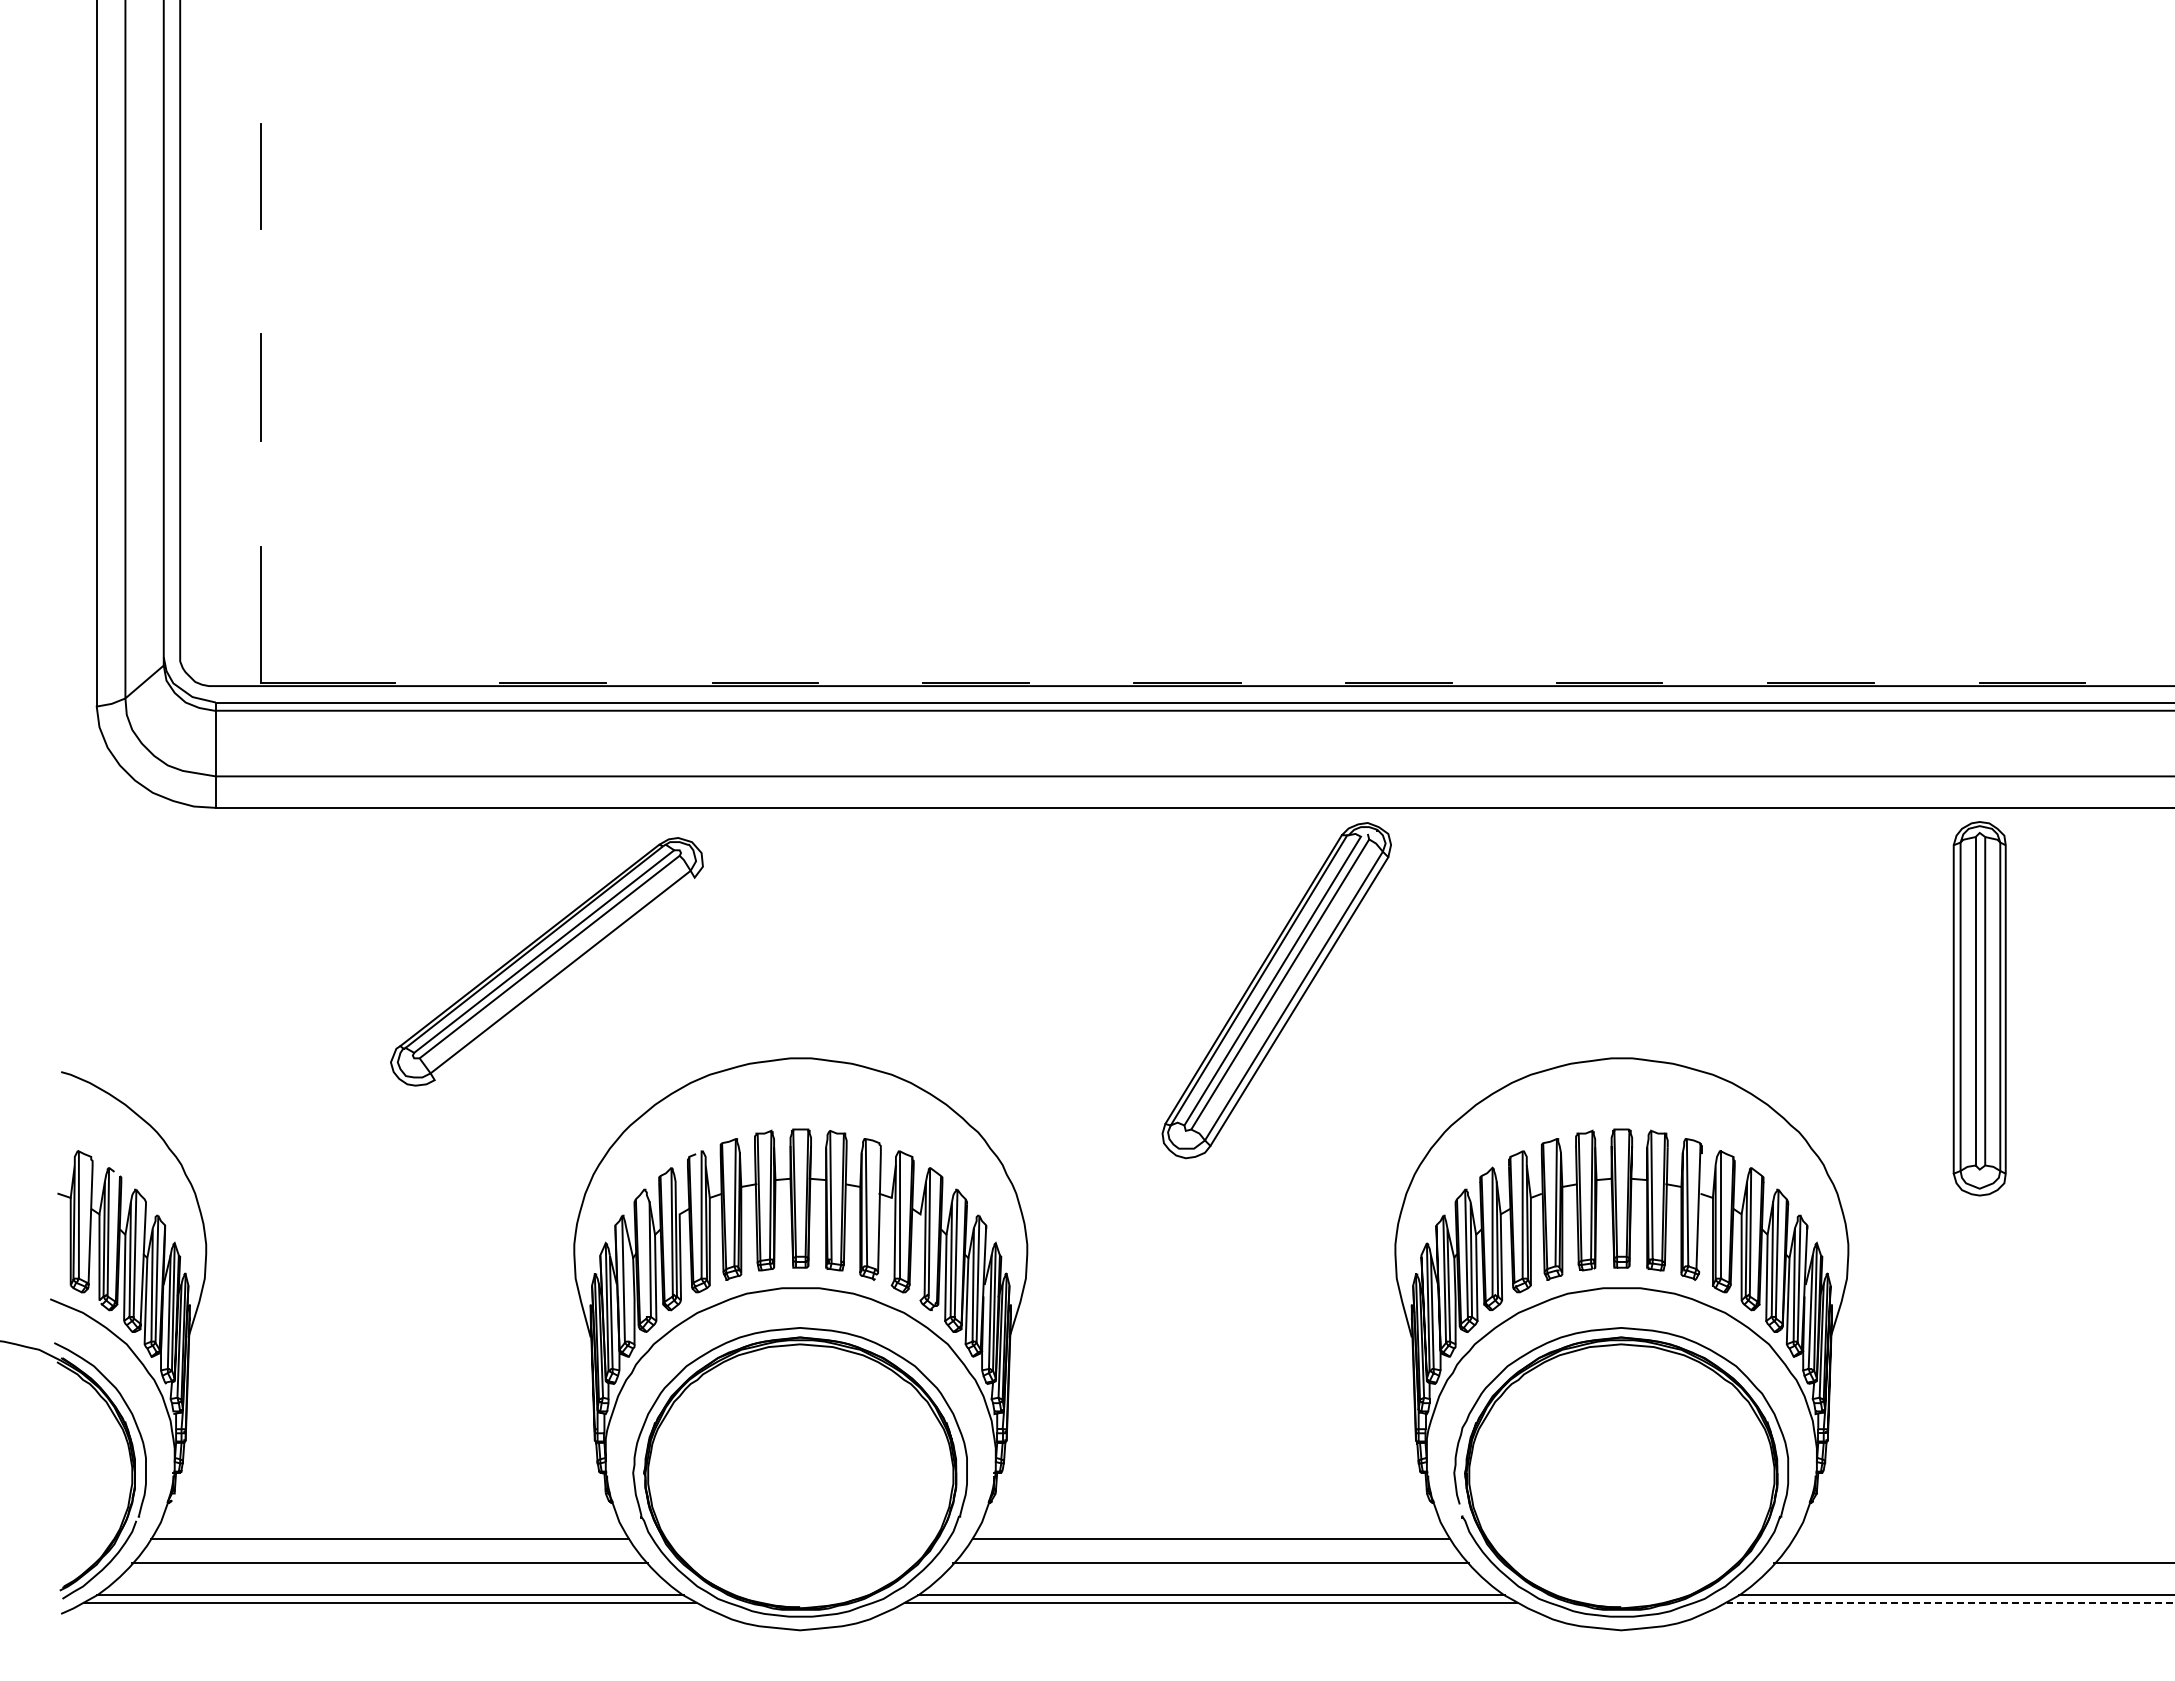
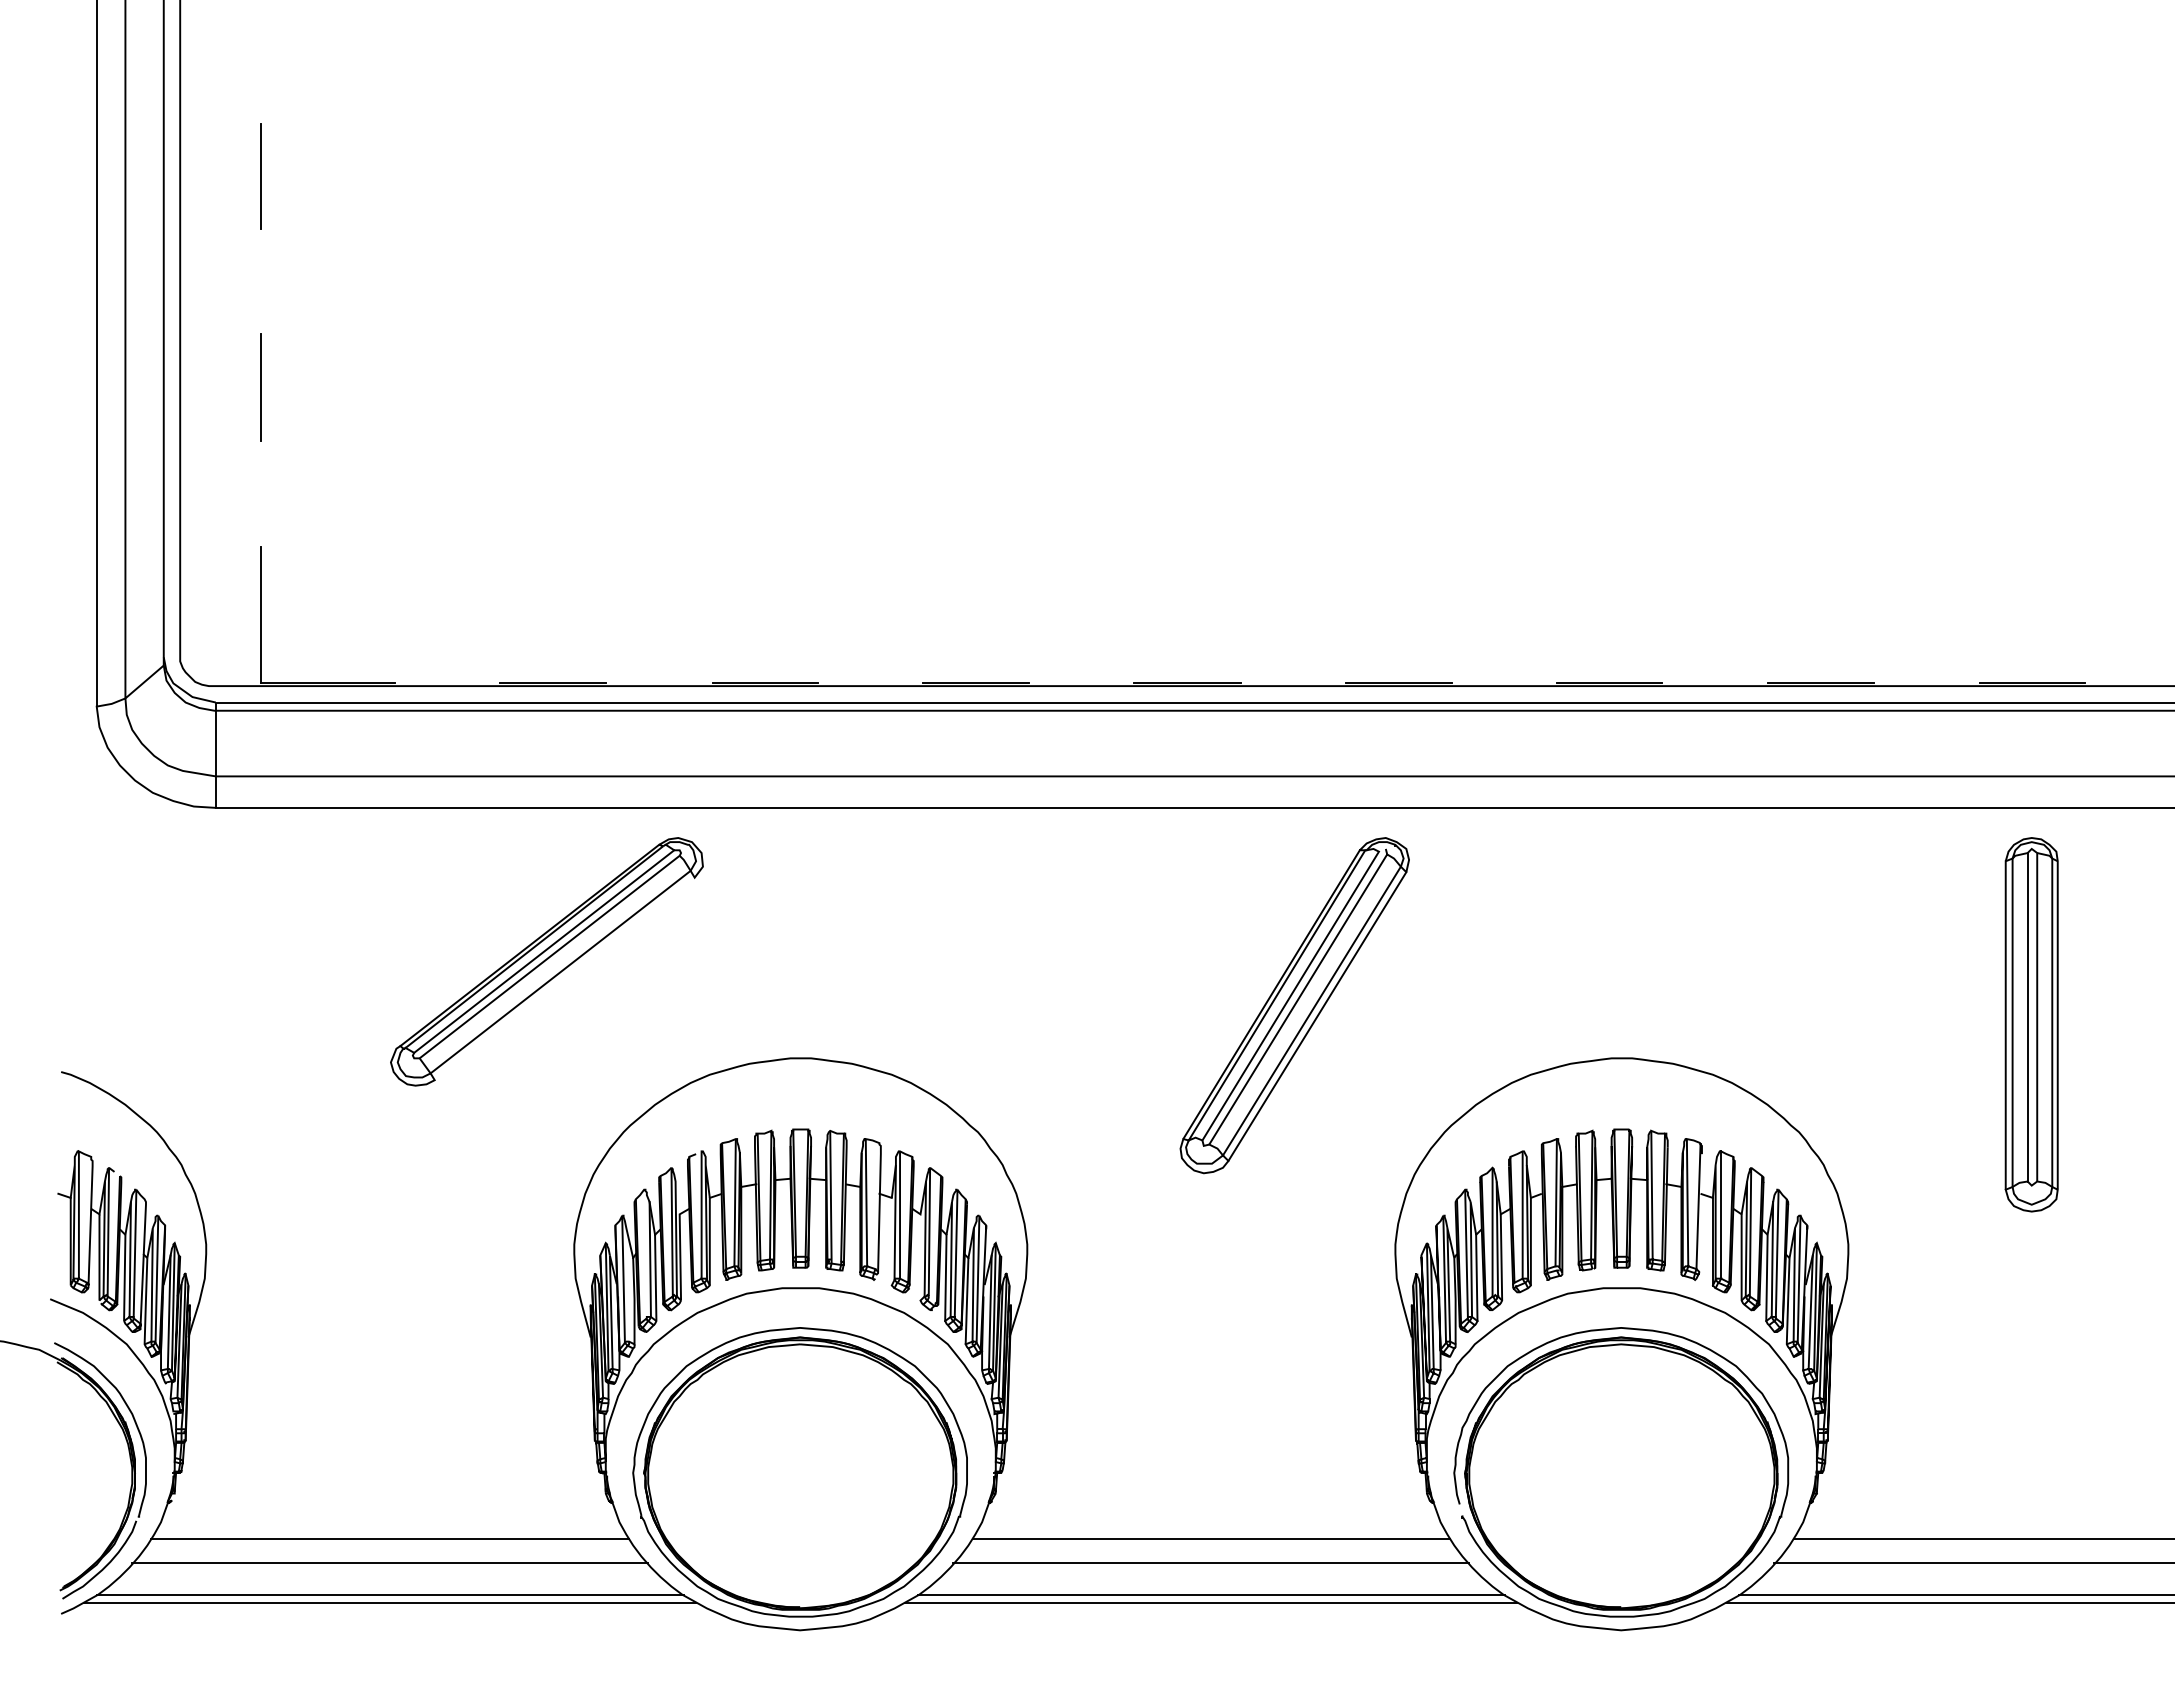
part at (1276, 990) position: (1276, 990) -> (1294, 1005)
part at (1979, 1008) position: (1979, 1008) -> (2031, 1024)
line at (1982, 1538): none -> present
line at (1950, 1602): dashed -> solid
